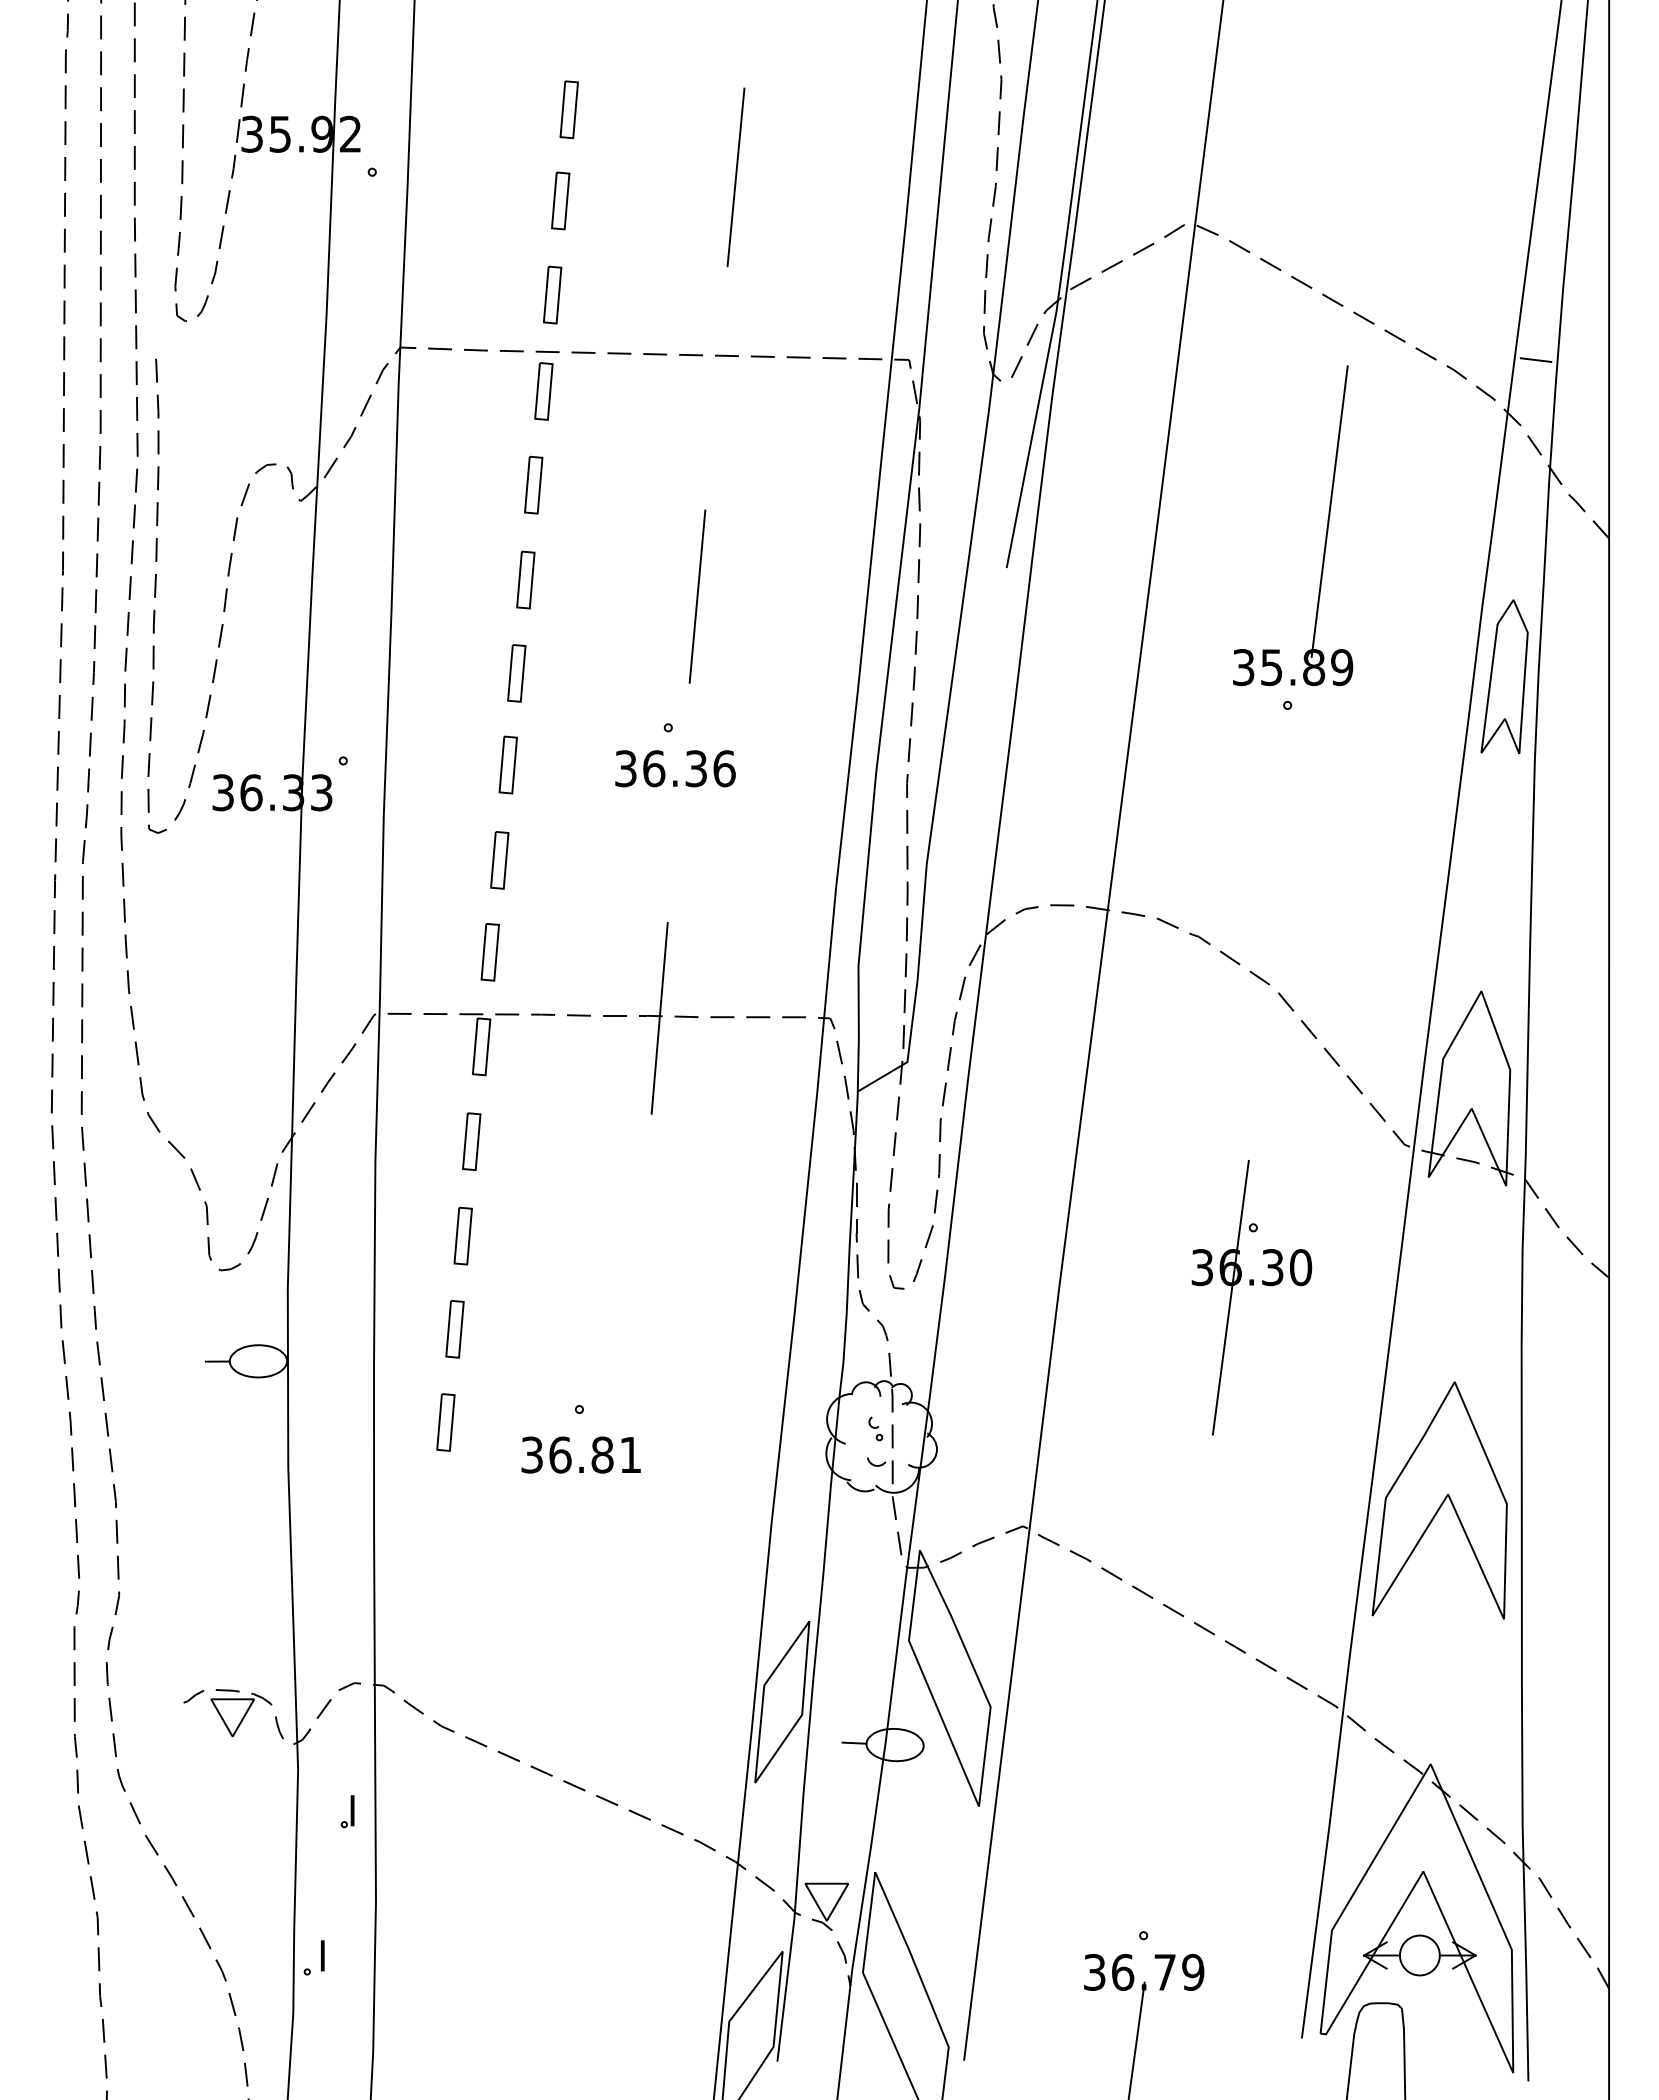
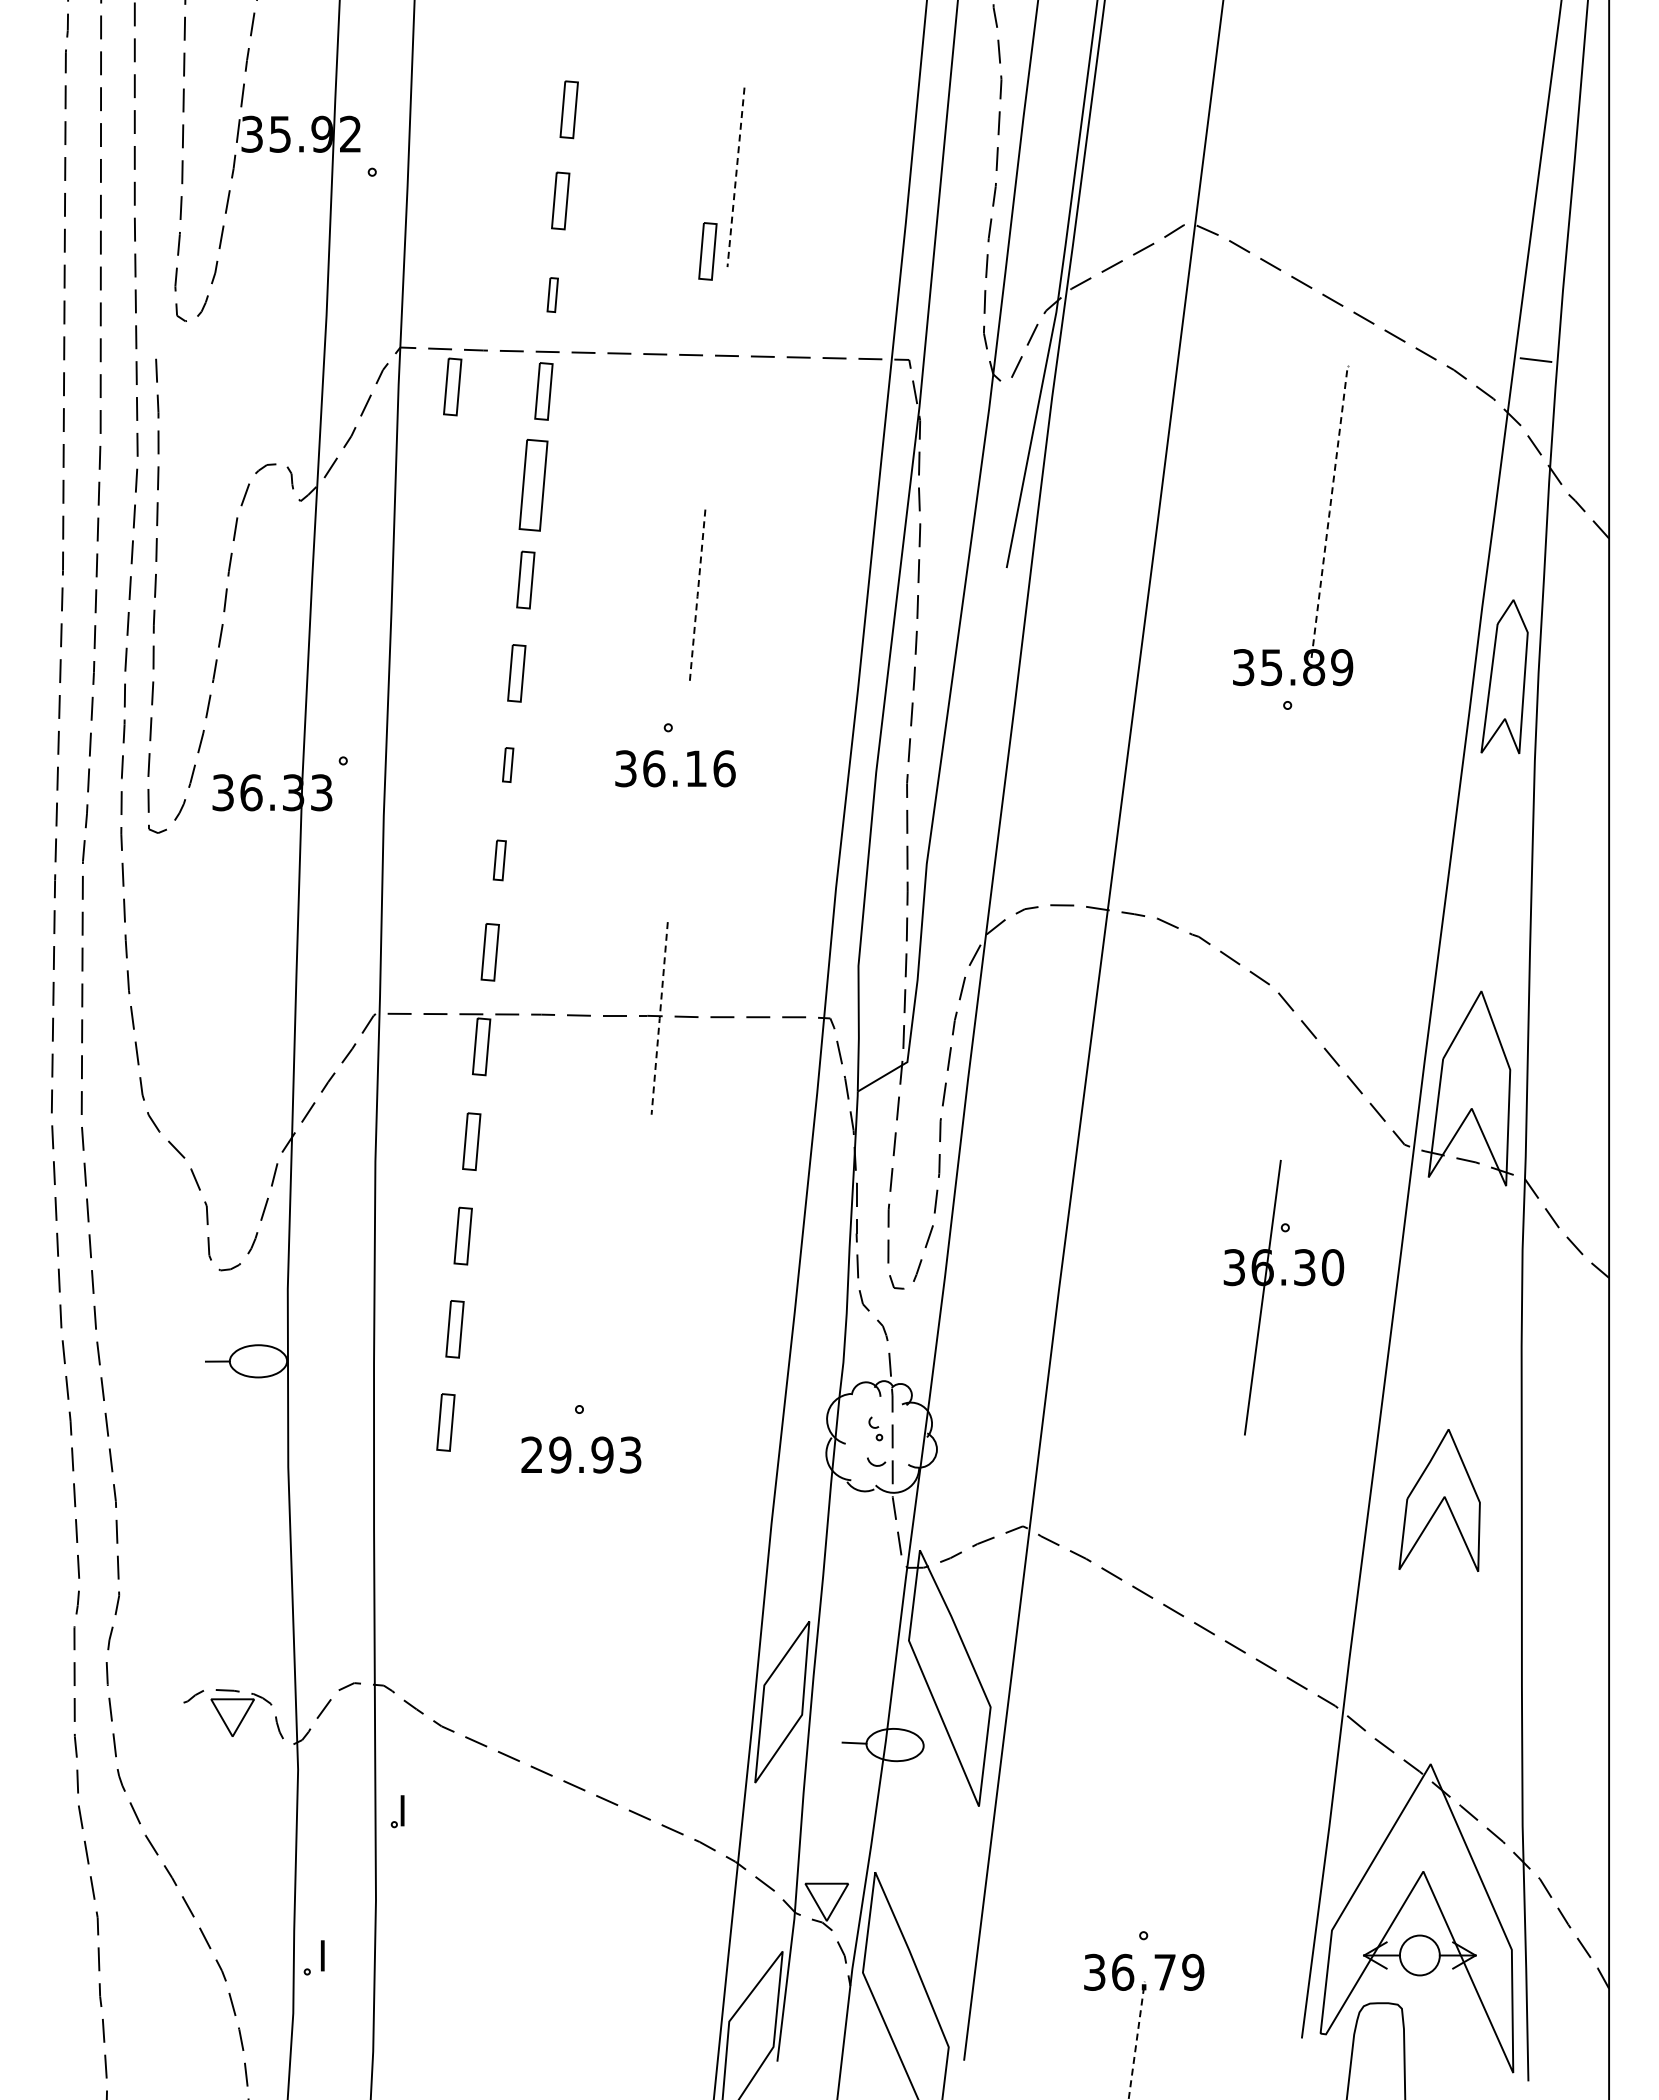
line at (736, 177): solid -> dashed
part at (707, 251): none -> present
part at (552, 294) size: 20x60 px -> 13x36 px
part at (452, 386): none -> present
part at (533, 484) size: 20x60 px -> 31x93 px
line at (1329, 511): solid -> dashed
line at (697, 596): solid -> dashed
part at (507, 764) size: 20x60 px -> 13x36 px
text at (695, 768): 36.36 -> 36.16
part at (499, 860) size: 20x59 px -> 15x43 px
line at (659, 1018): solid -> dashed
part at (1251, 1285) position: (1251, 1285) -> (1283, 1285)
text at (581, 1454): 36.81 -> 29.93
part at (1439, 1500) size: 137x239 px -> 83x143 px
part at (347, 1811) position: (347, 1811) -> (397, 1811)
line at (1136, 2040): solid -> dashed
